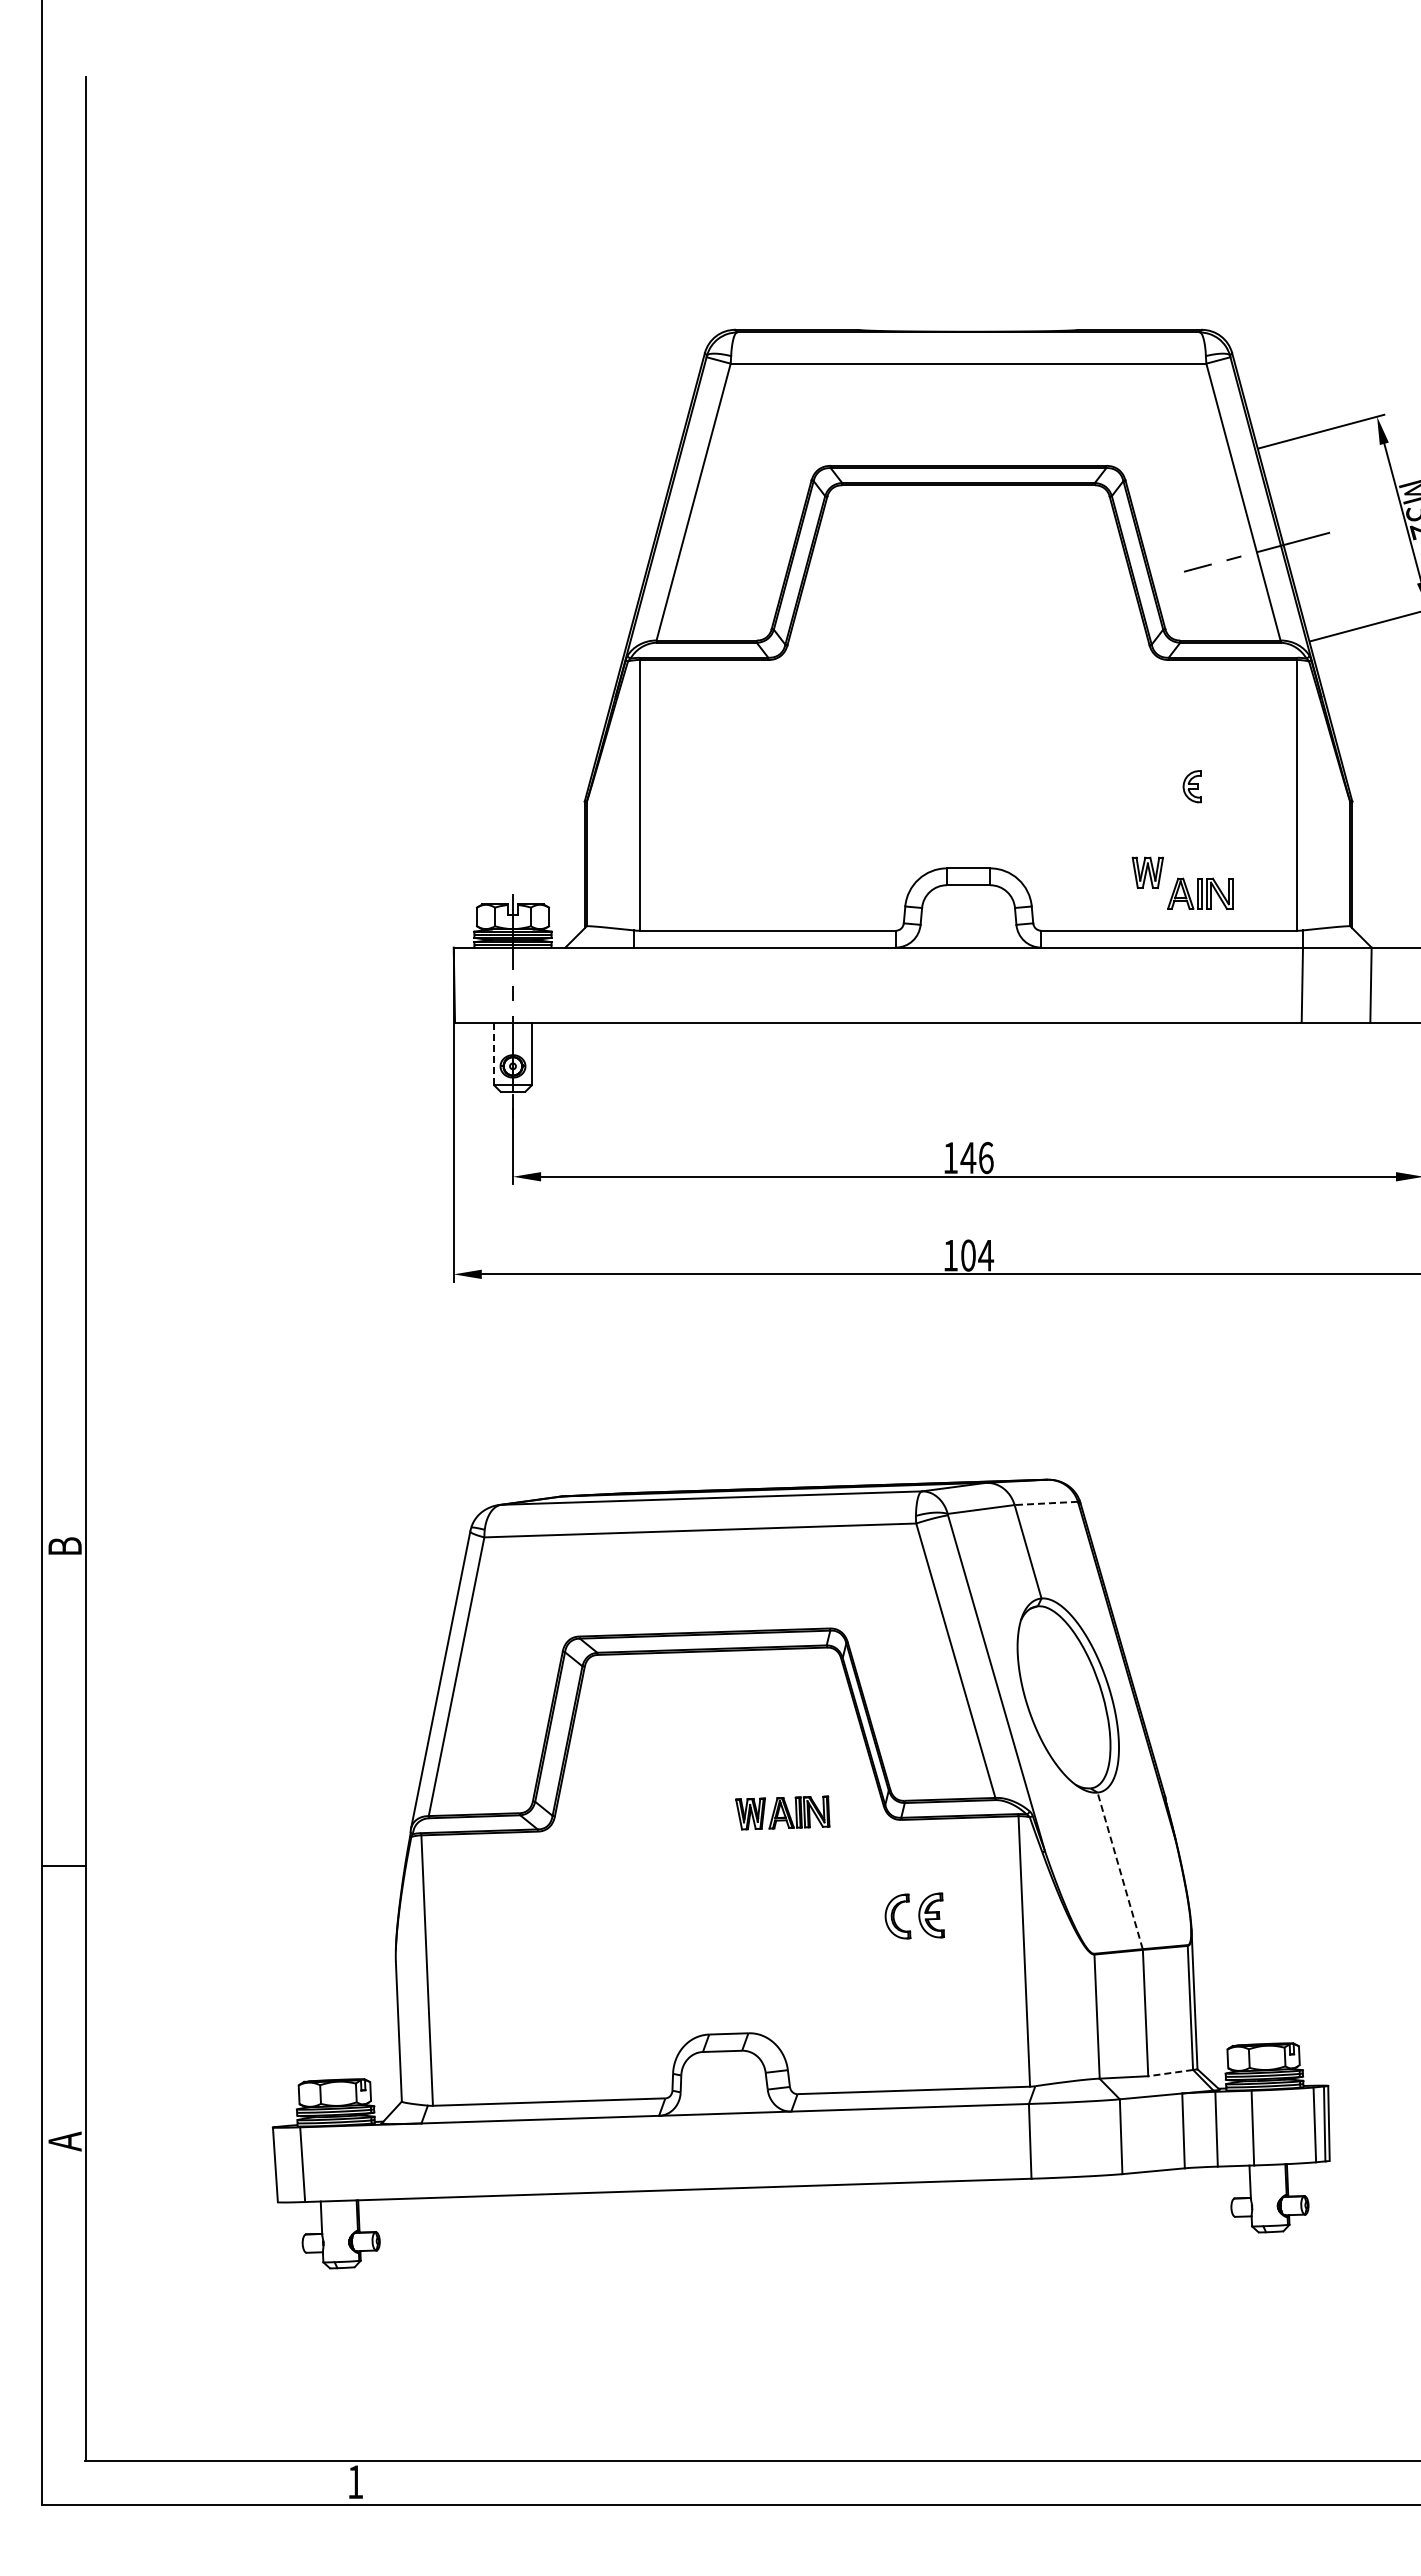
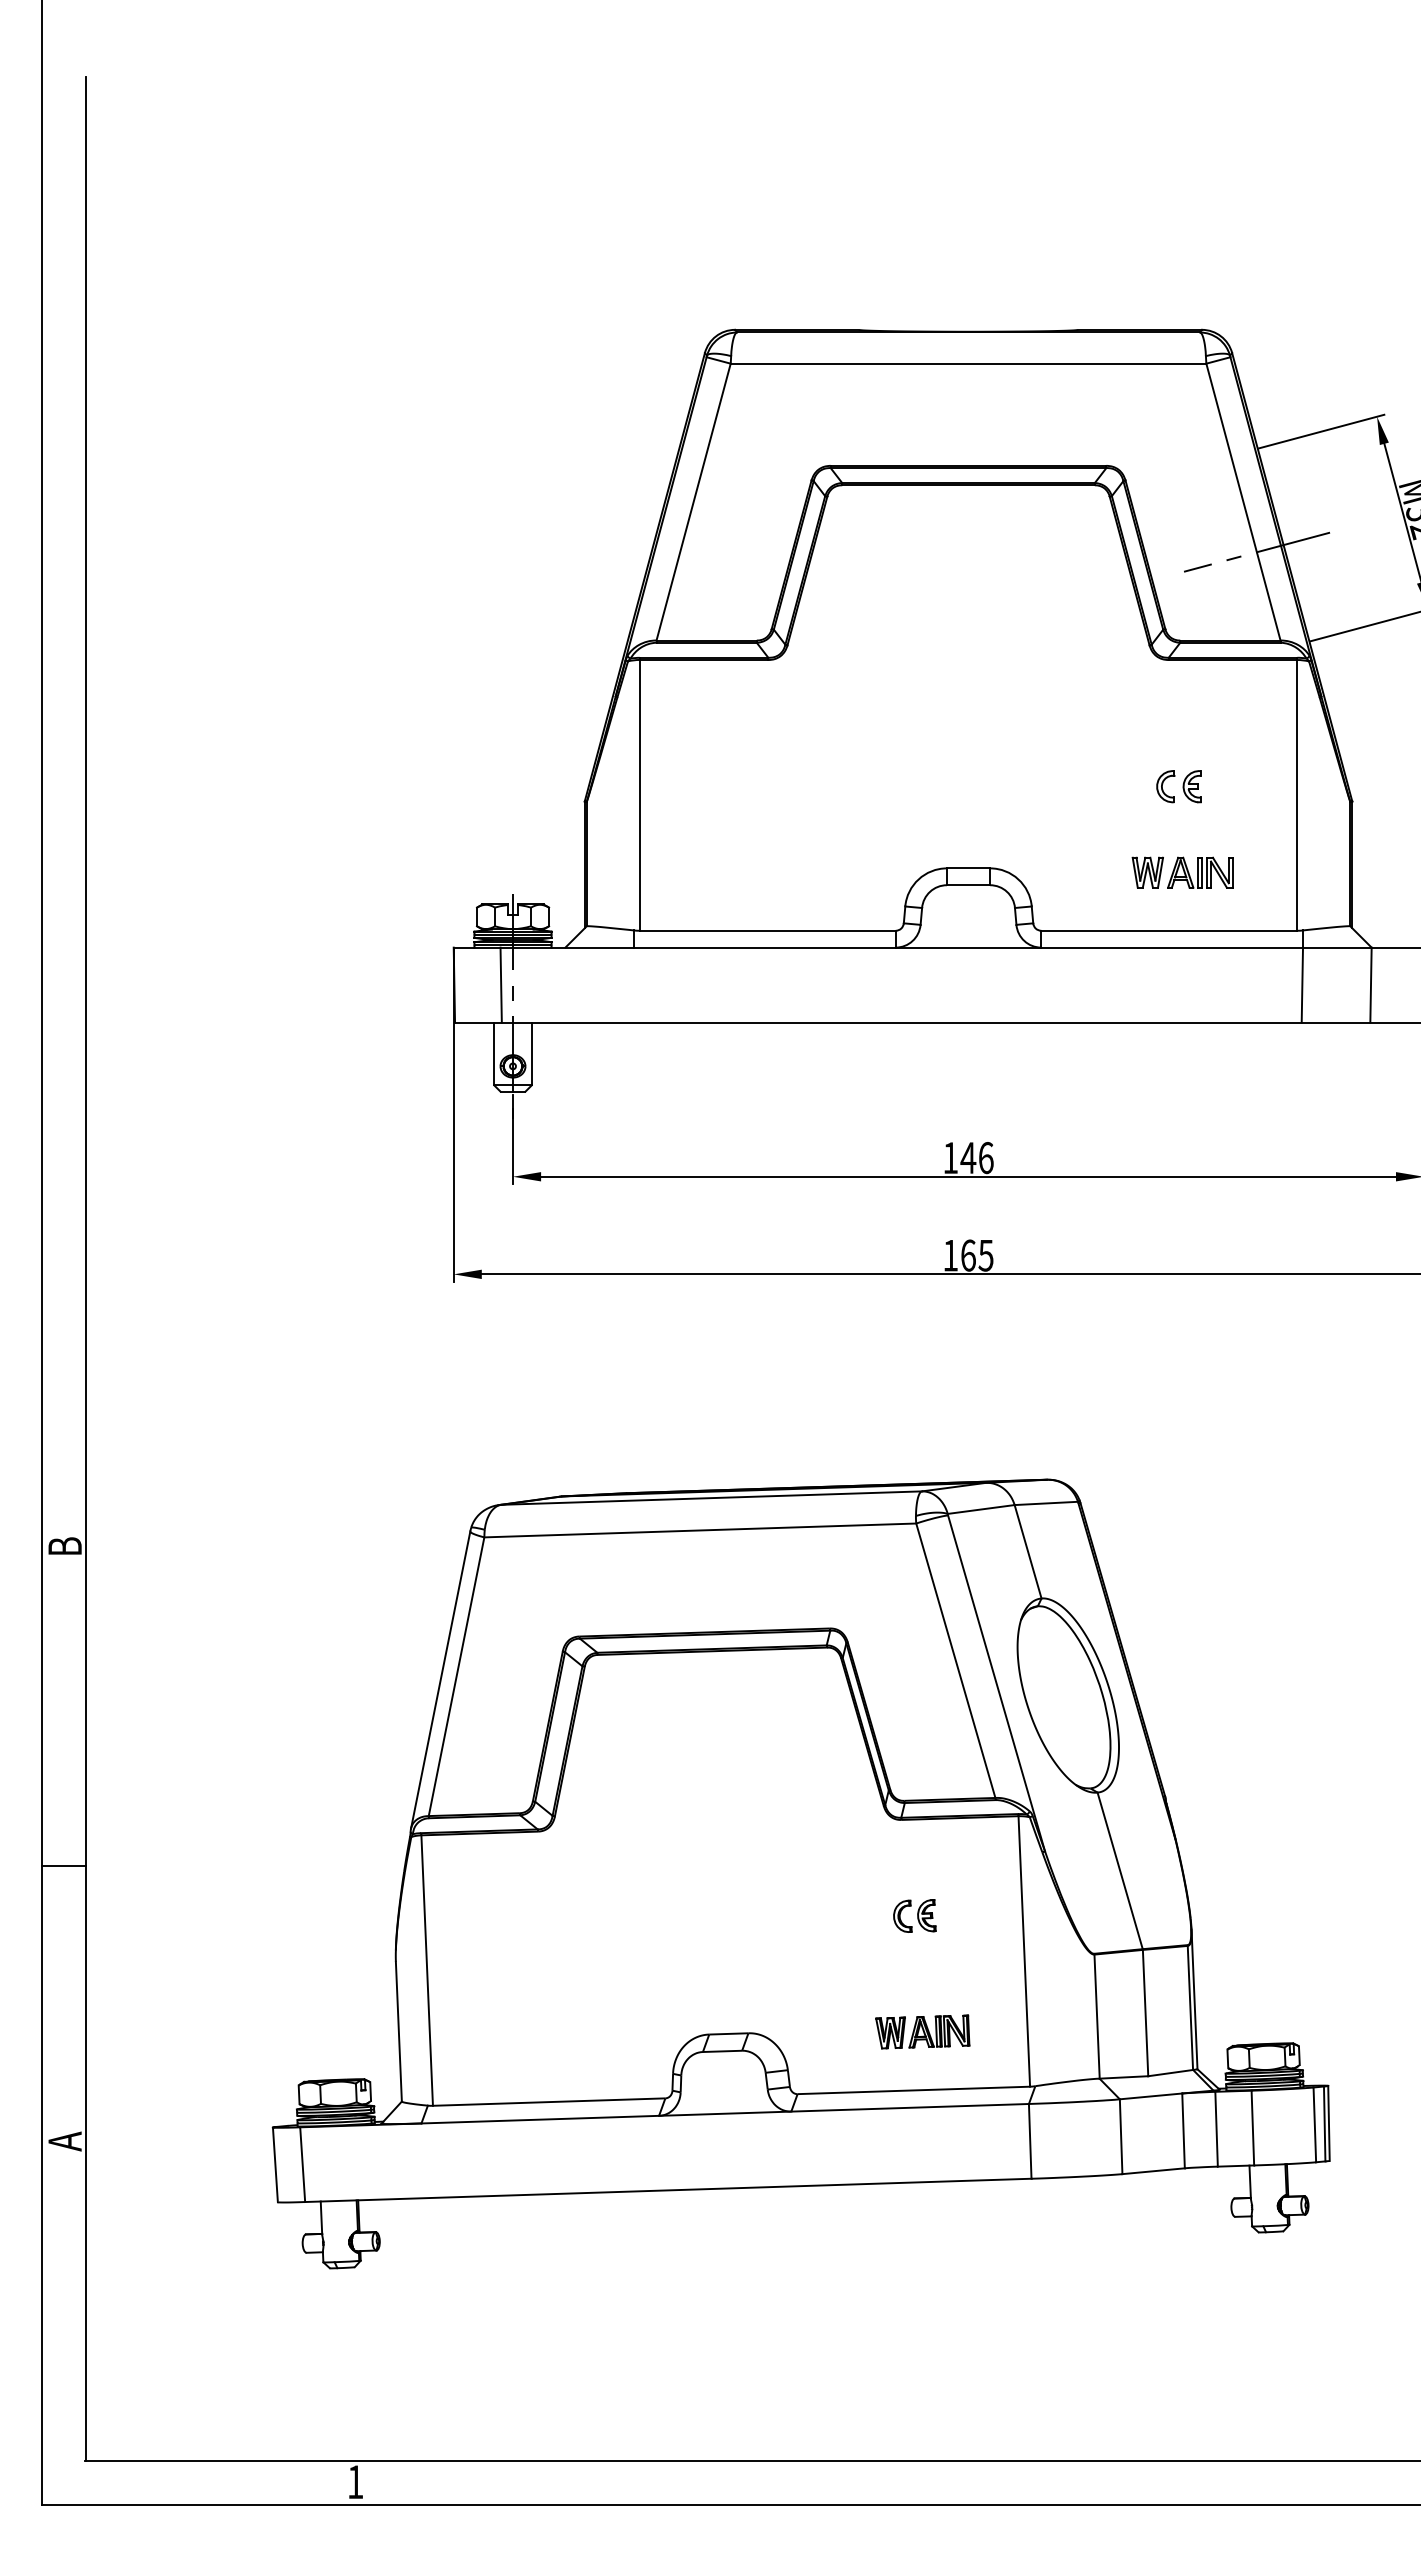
part at (1165, 786): none -> present
part at (1200, 893) position: (1200, 893) -> (1200, 872)
line at (500, 984): none -> present
line at (494, 1054): dashed -> solid
text at (977, 1255): 104 -> 165
line at (1046, 1503): dashed -> solid
part at (782, 1812) position: (782, 1812) -> (922, 2031)
line at (1120, 1870): dashed -> solid
part at (914, 1915) size: 61x48 px -> 44x34 px
line at (1170, 2073): dashed -> solid
